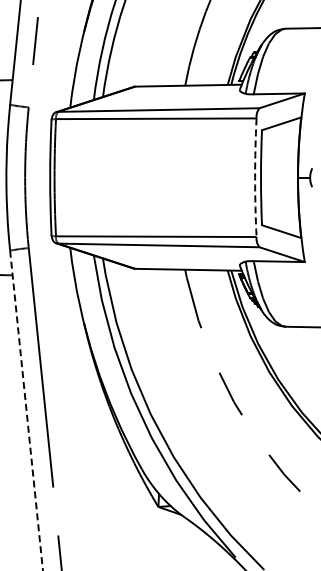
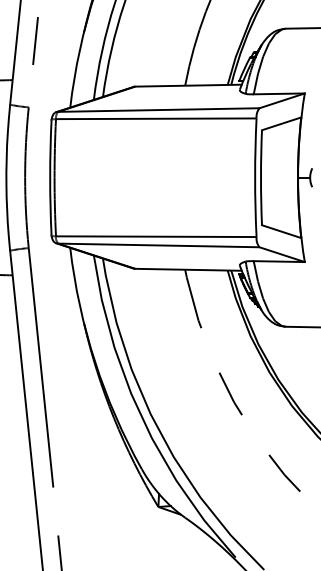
arc at (255, 177): dashed -> solid
line at (26, 410): dashed -> solid
